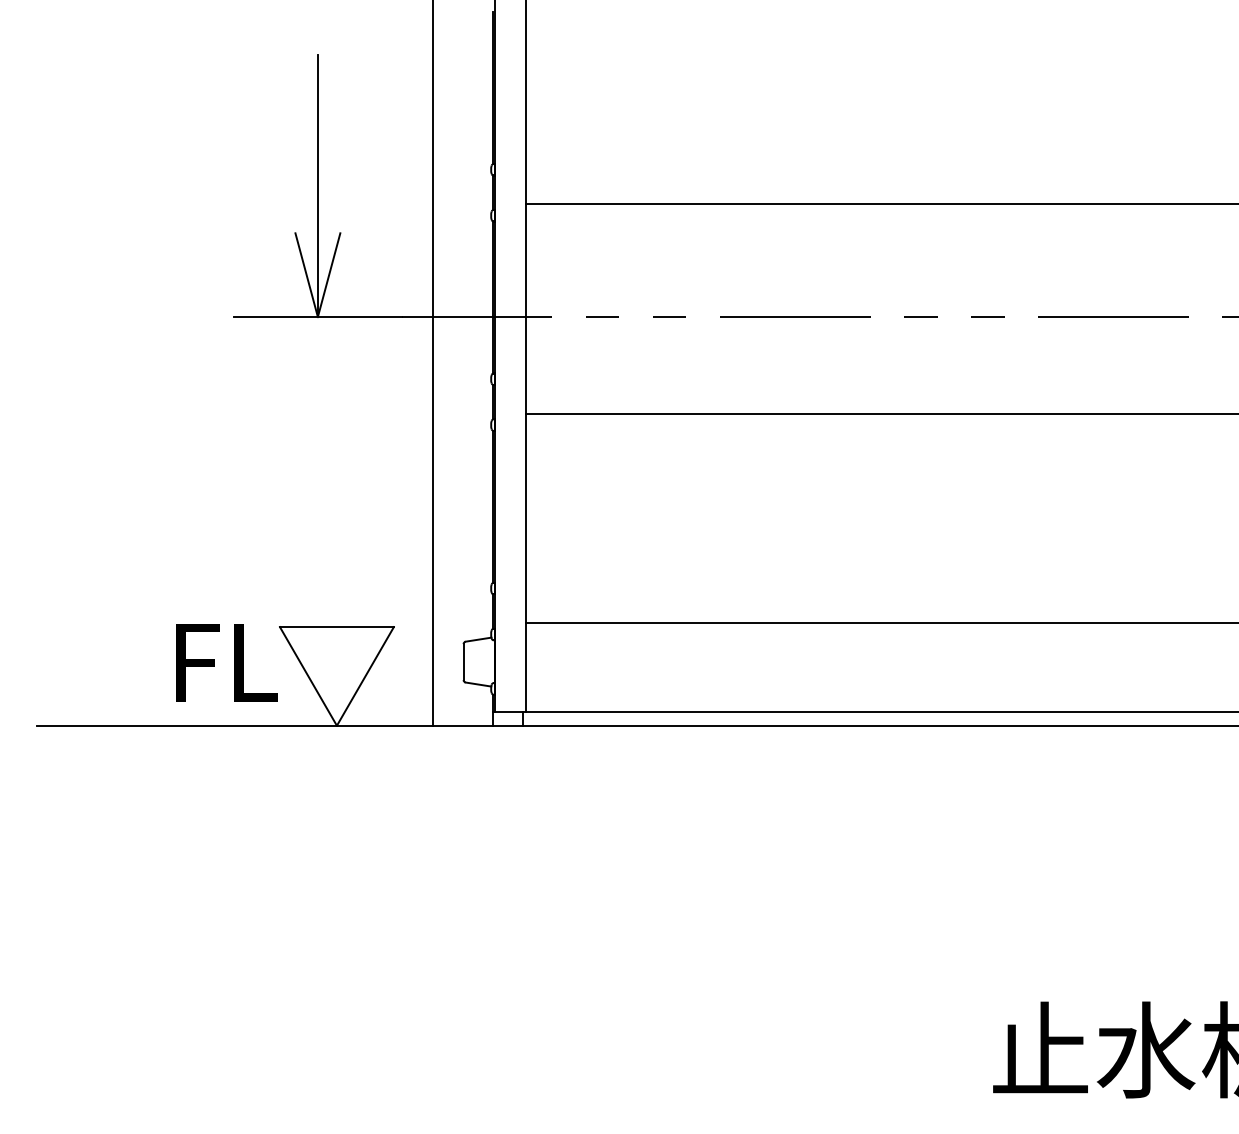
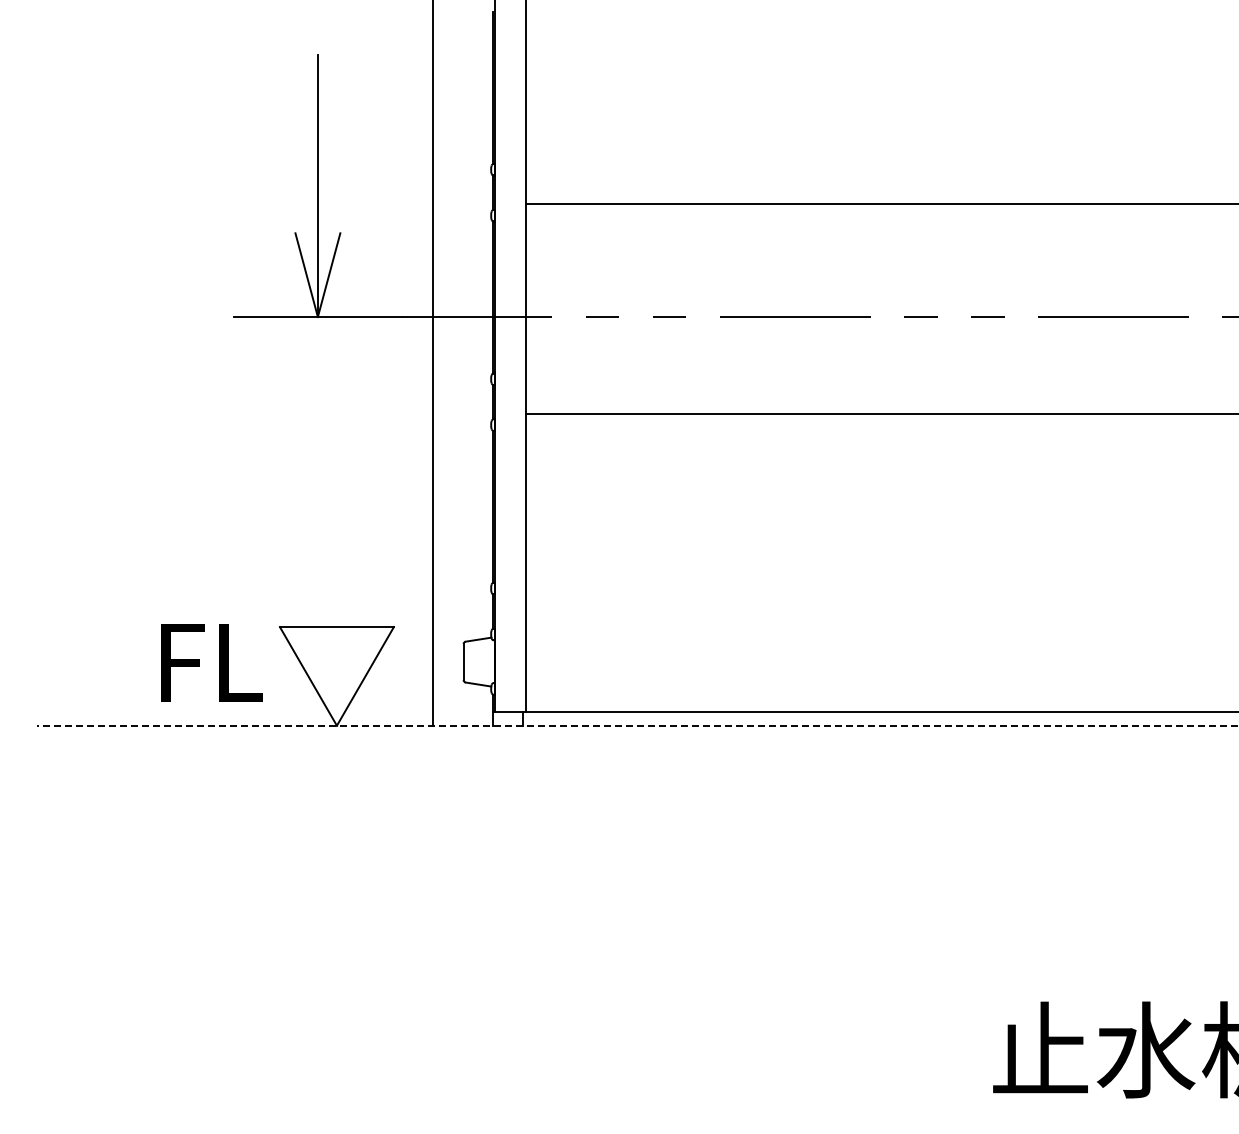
line at (880, 623): present -> none
text at (226, 662) position: (226, 662) -> (211, 662)
line at (637, 725): solid -> dashed
